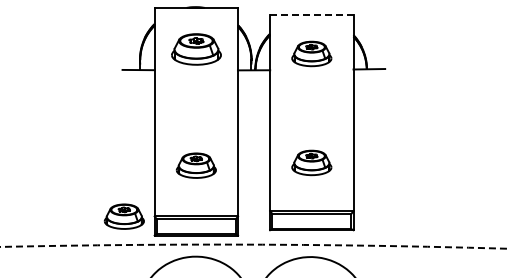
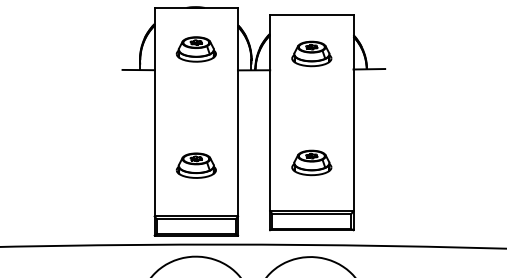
line at (311, 14): dashed -> solid
part at (196, 49) size: 51x33 px -> 42x27 px
part at (123, 216): present -> none
arc at (253, 244): dashed -> solid
